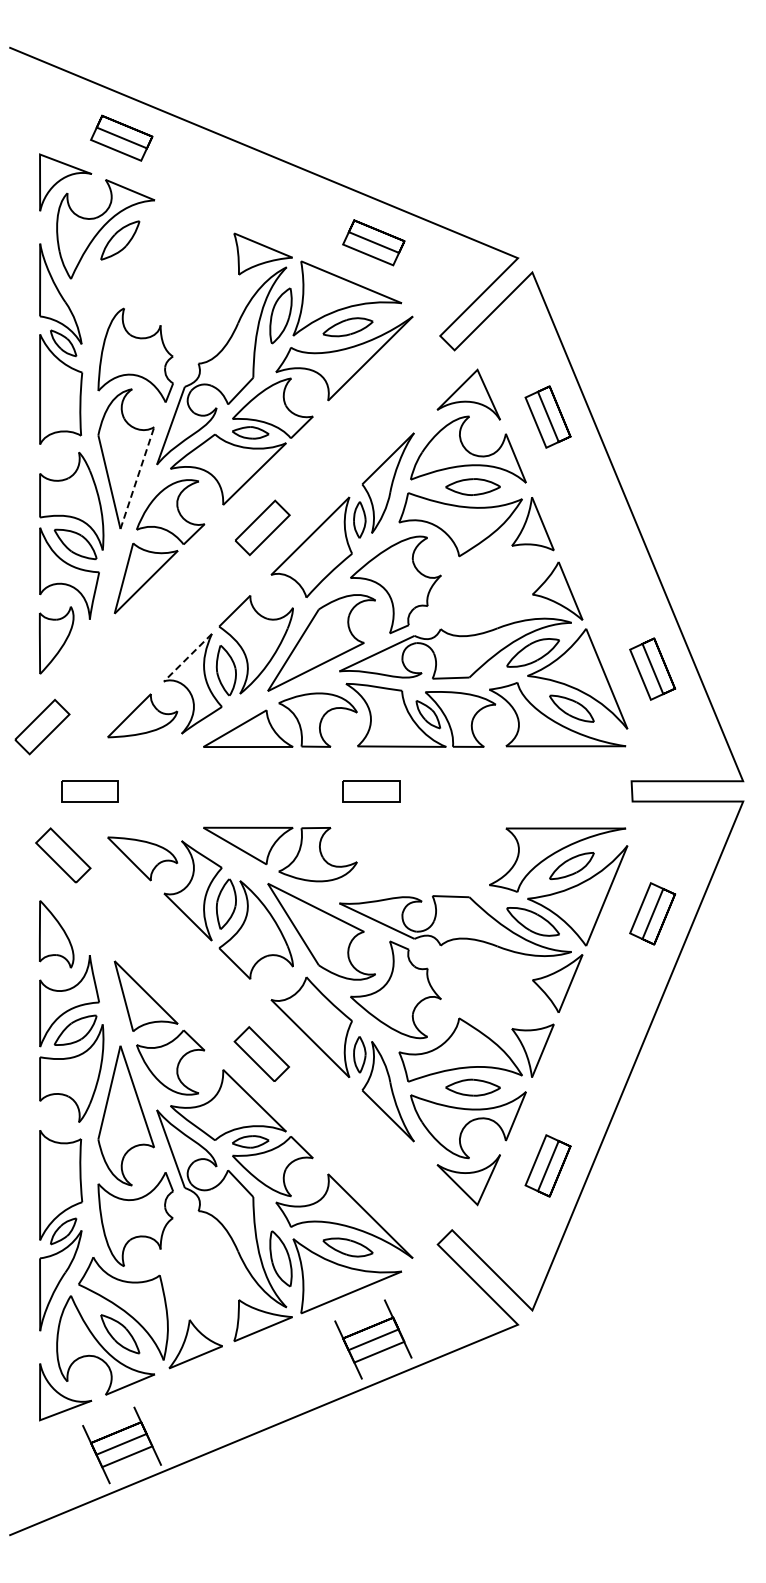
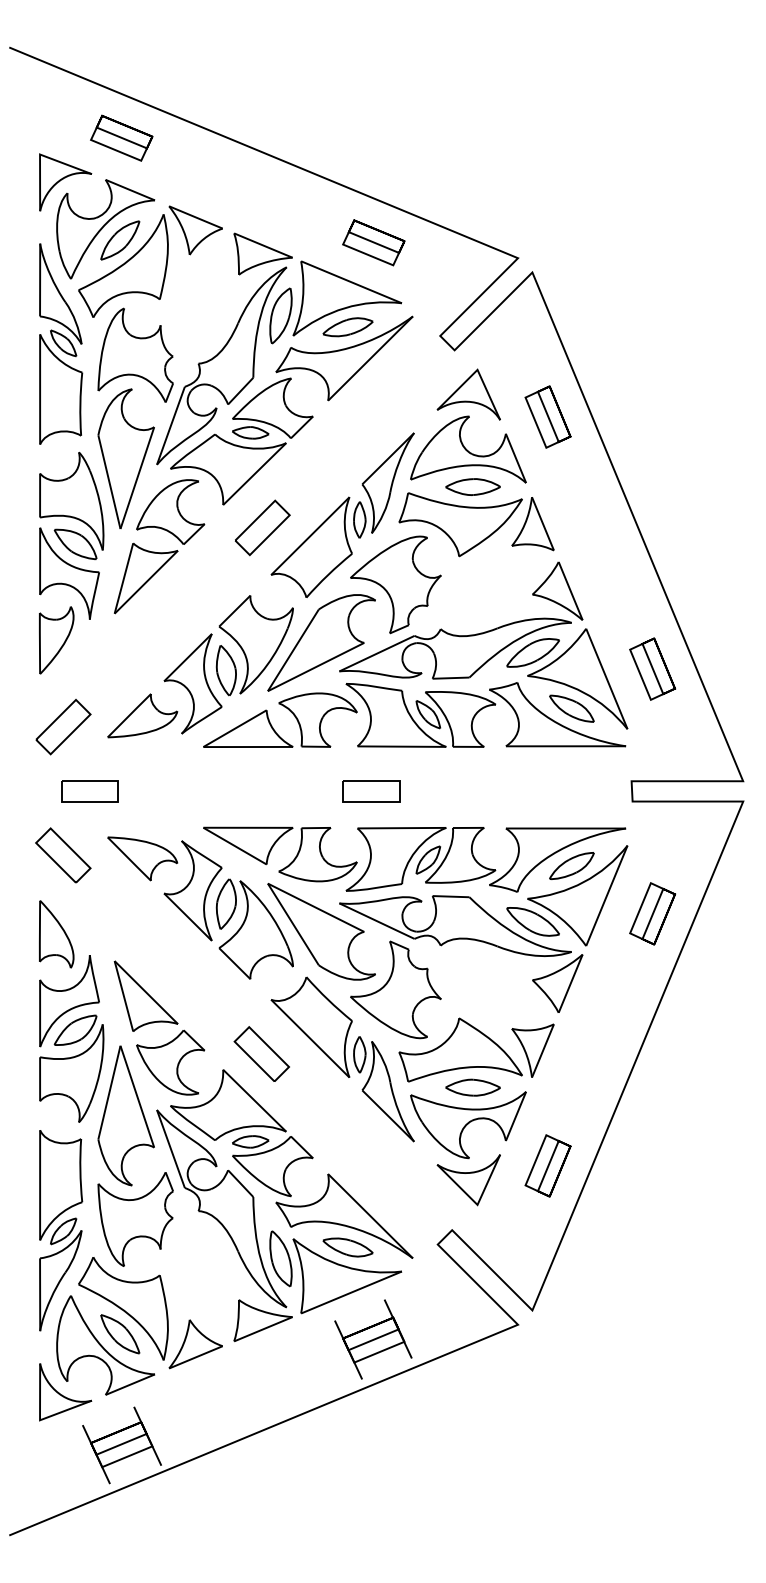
part at (150, 261): none -> present
line at (137, 478): dashed -> solid
line at (187, 658): dashed -> solid
part at (42, 727) position: (42, 727) -> (63, 727)
part at (420, 859): none -> present
